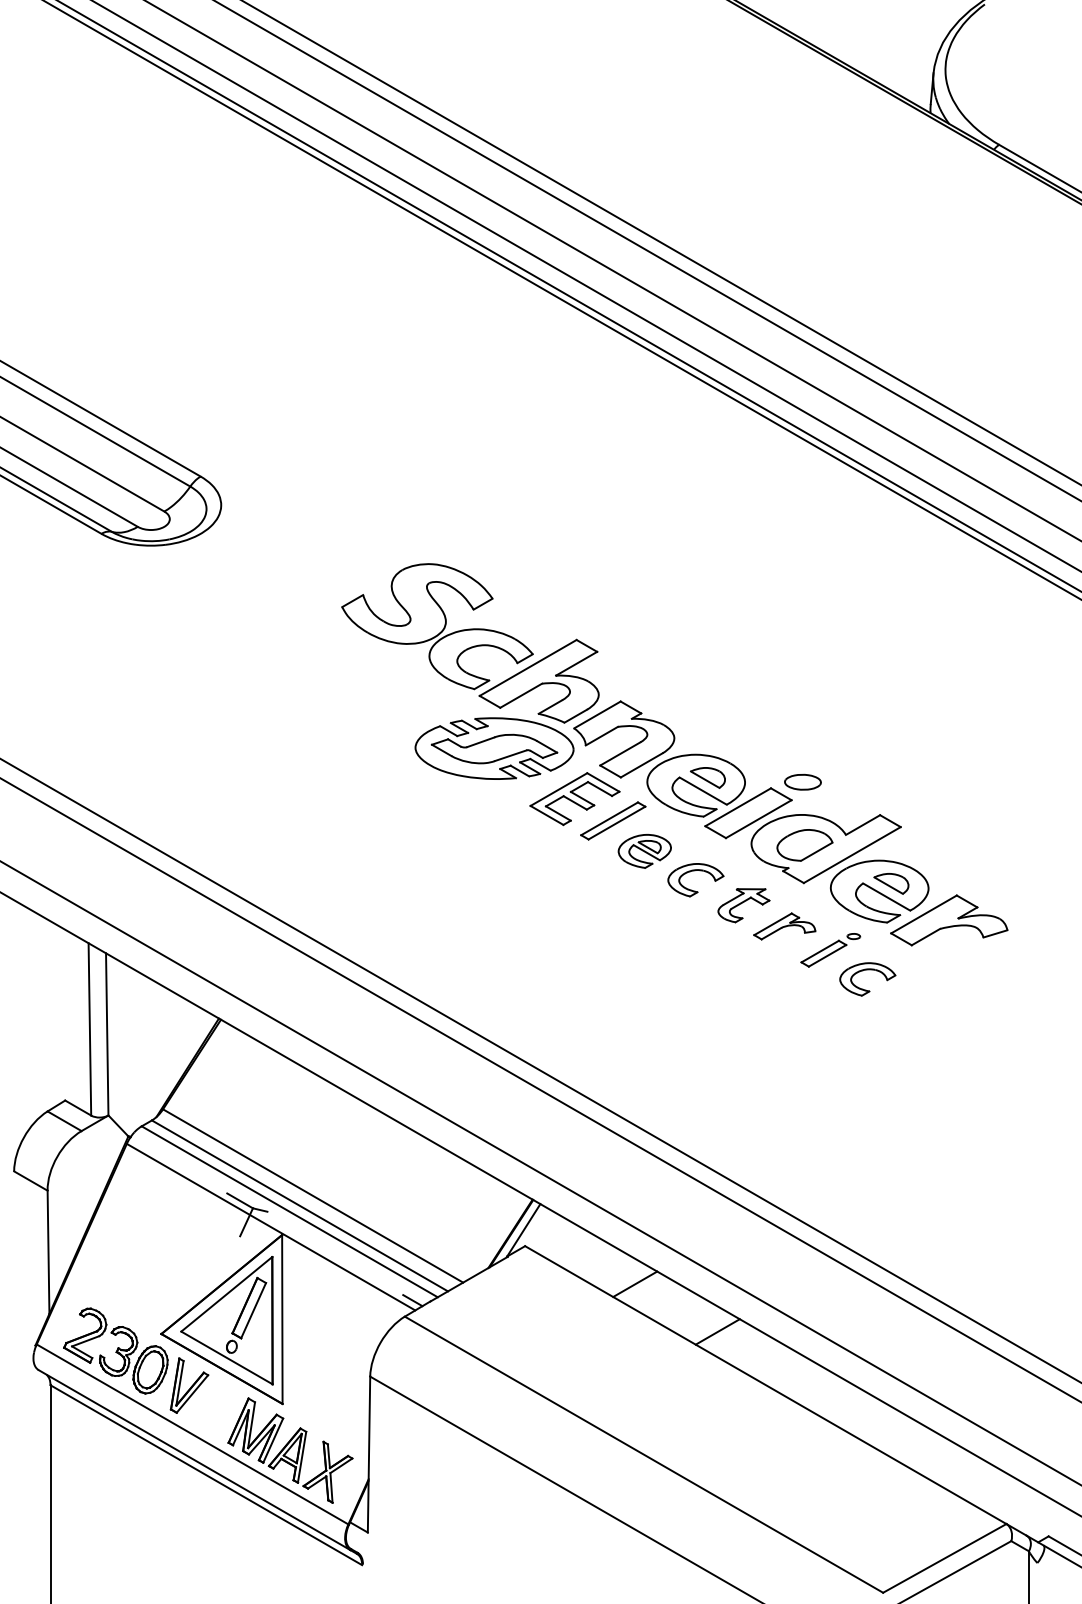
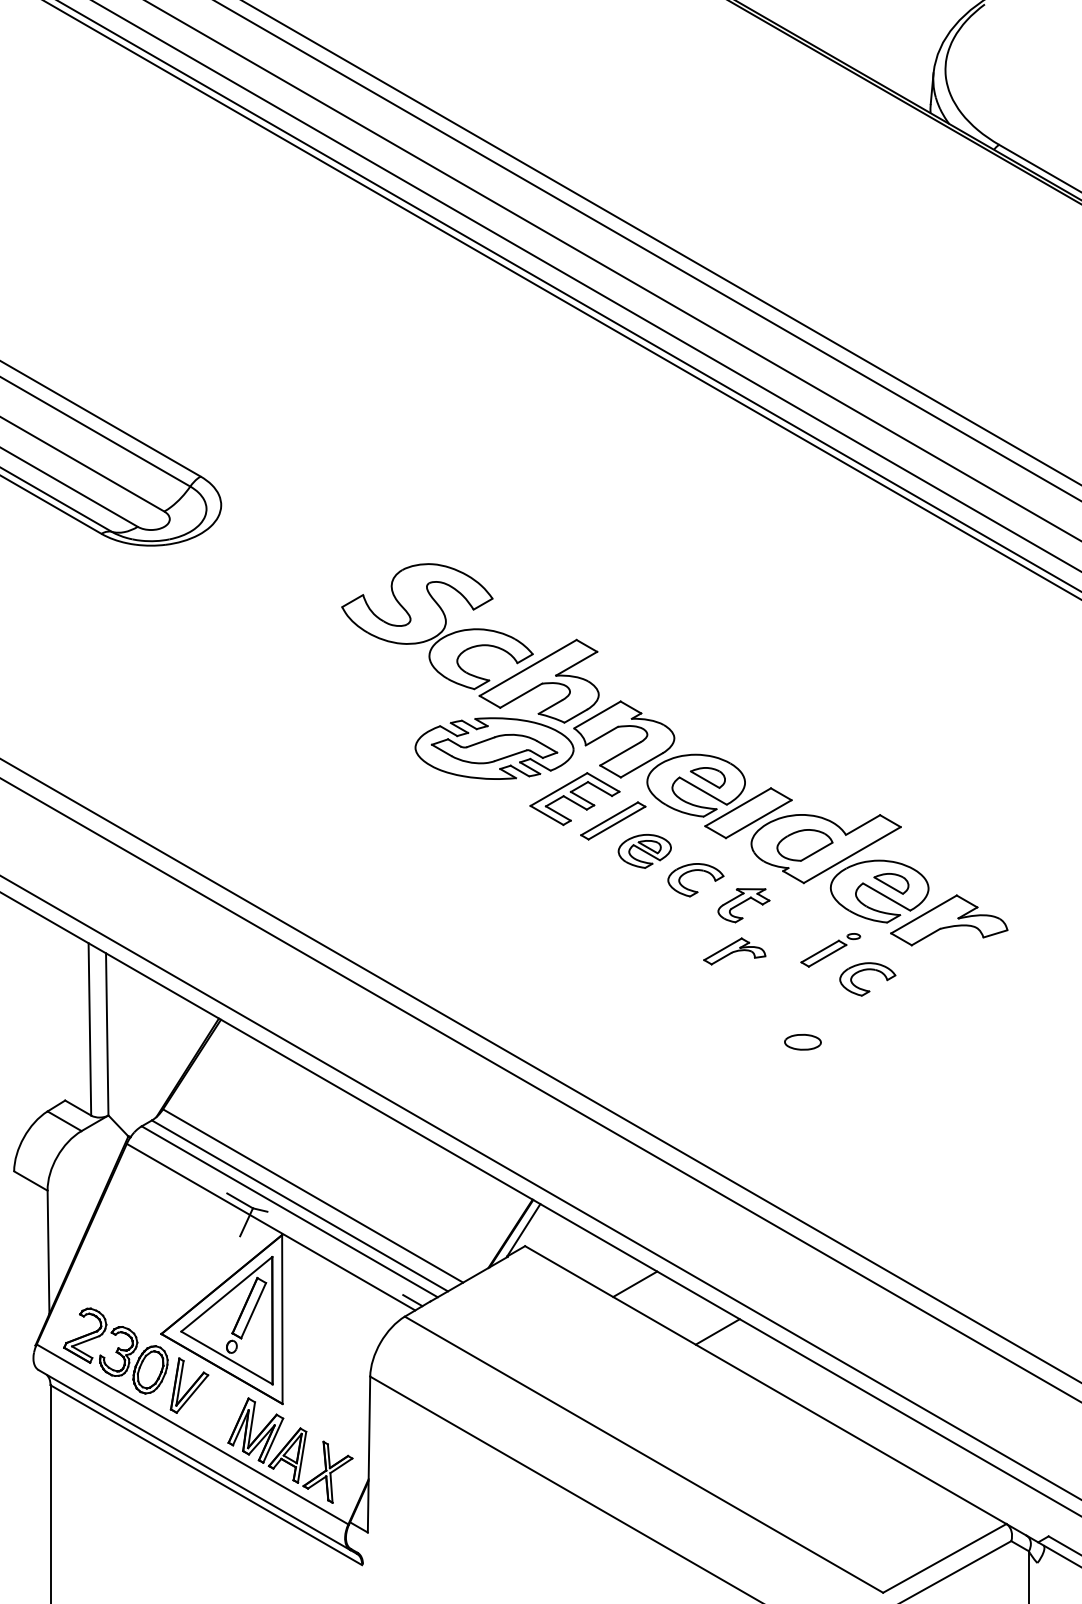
part at (802, 781) position: (802, 781) -> (802, 1041)
part at (784, 926) position: (784, 926) -> (734, 951)
line at (540, 1172) position: (540, 1172) -> (540, 1187)
